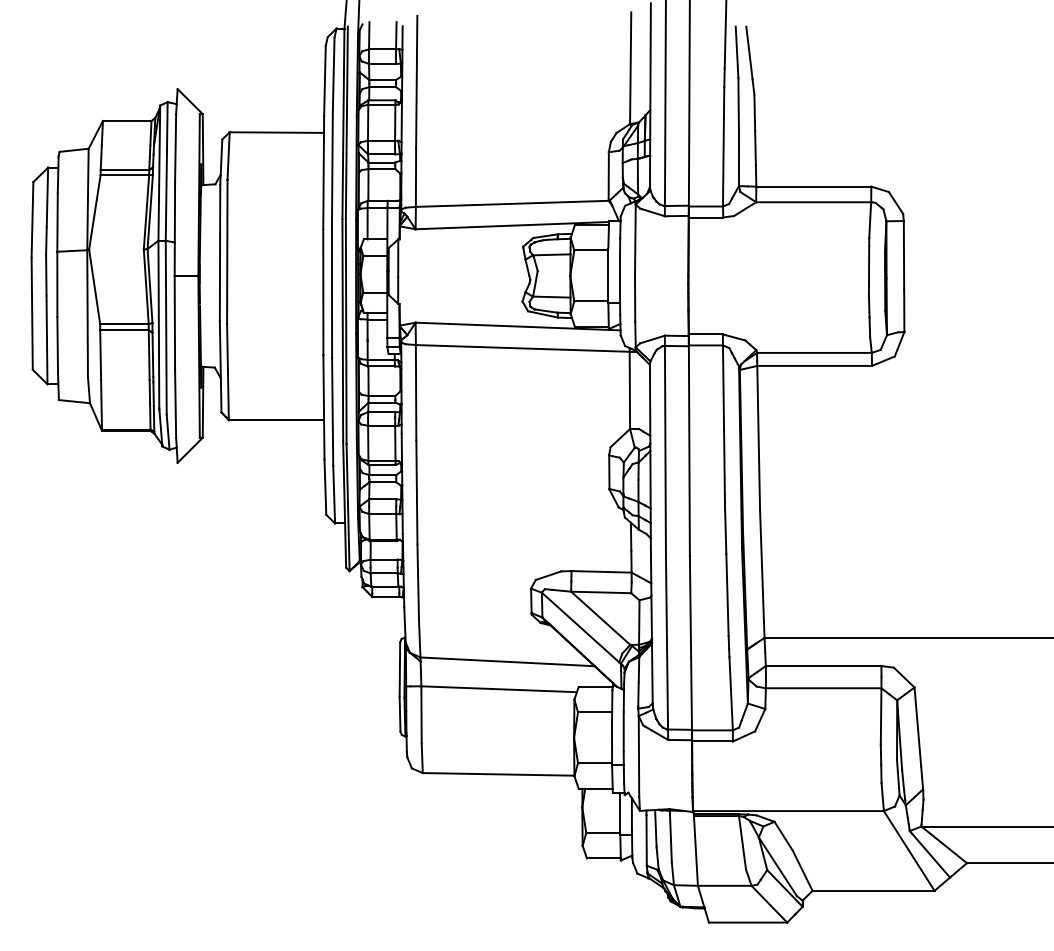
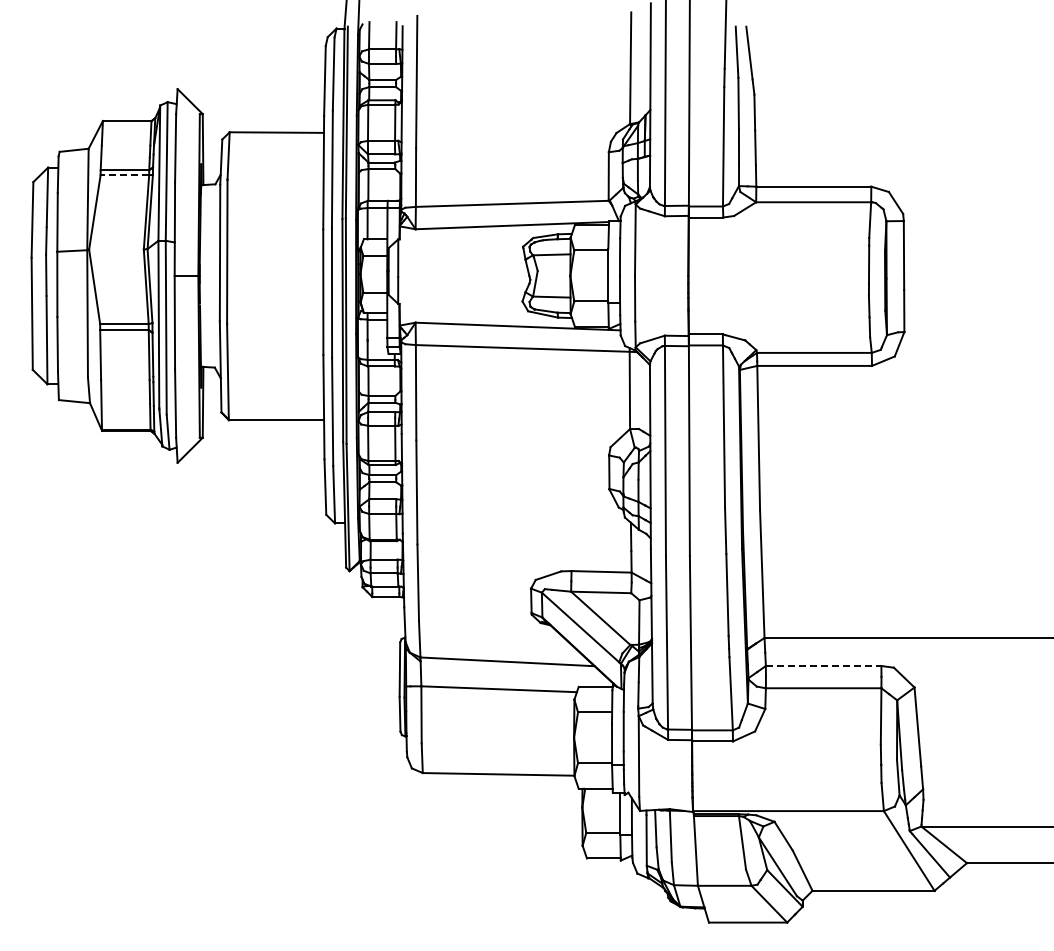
line at (124, 175): solid -> dashed
line at (823, 666): solid -> dashed
